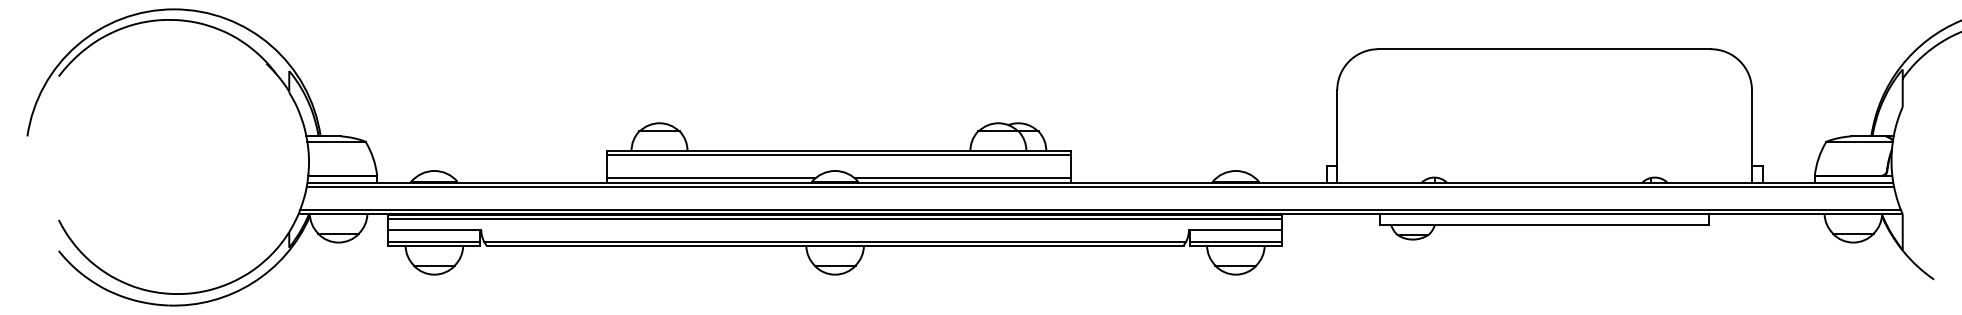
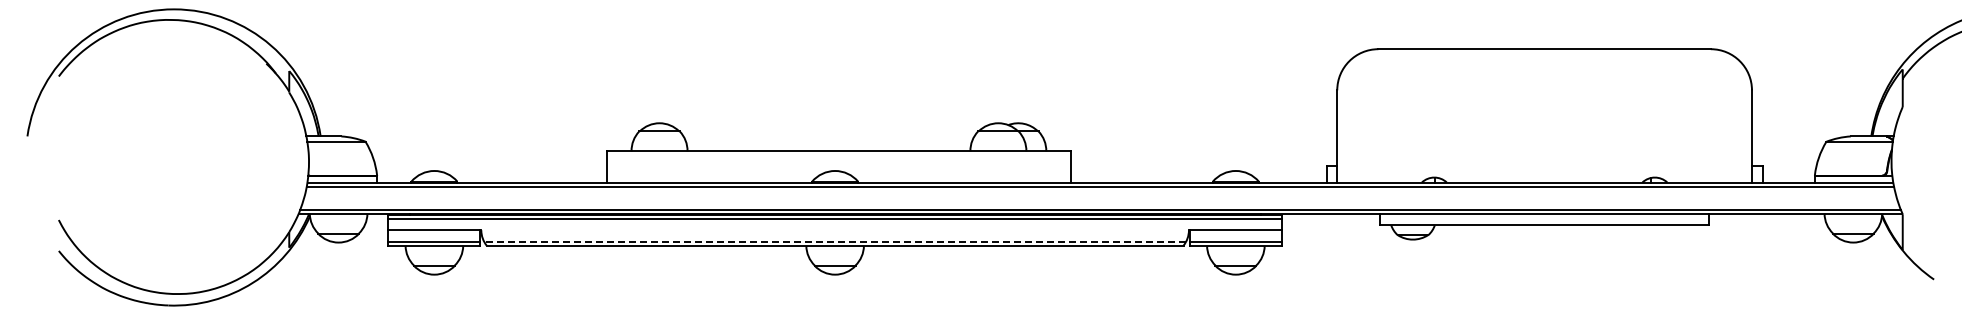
line at (838, 155): present -> none
line at (710, 178): present -> none
line at (962, 178): present -> none
line at (835, 241): solid -> dashed
